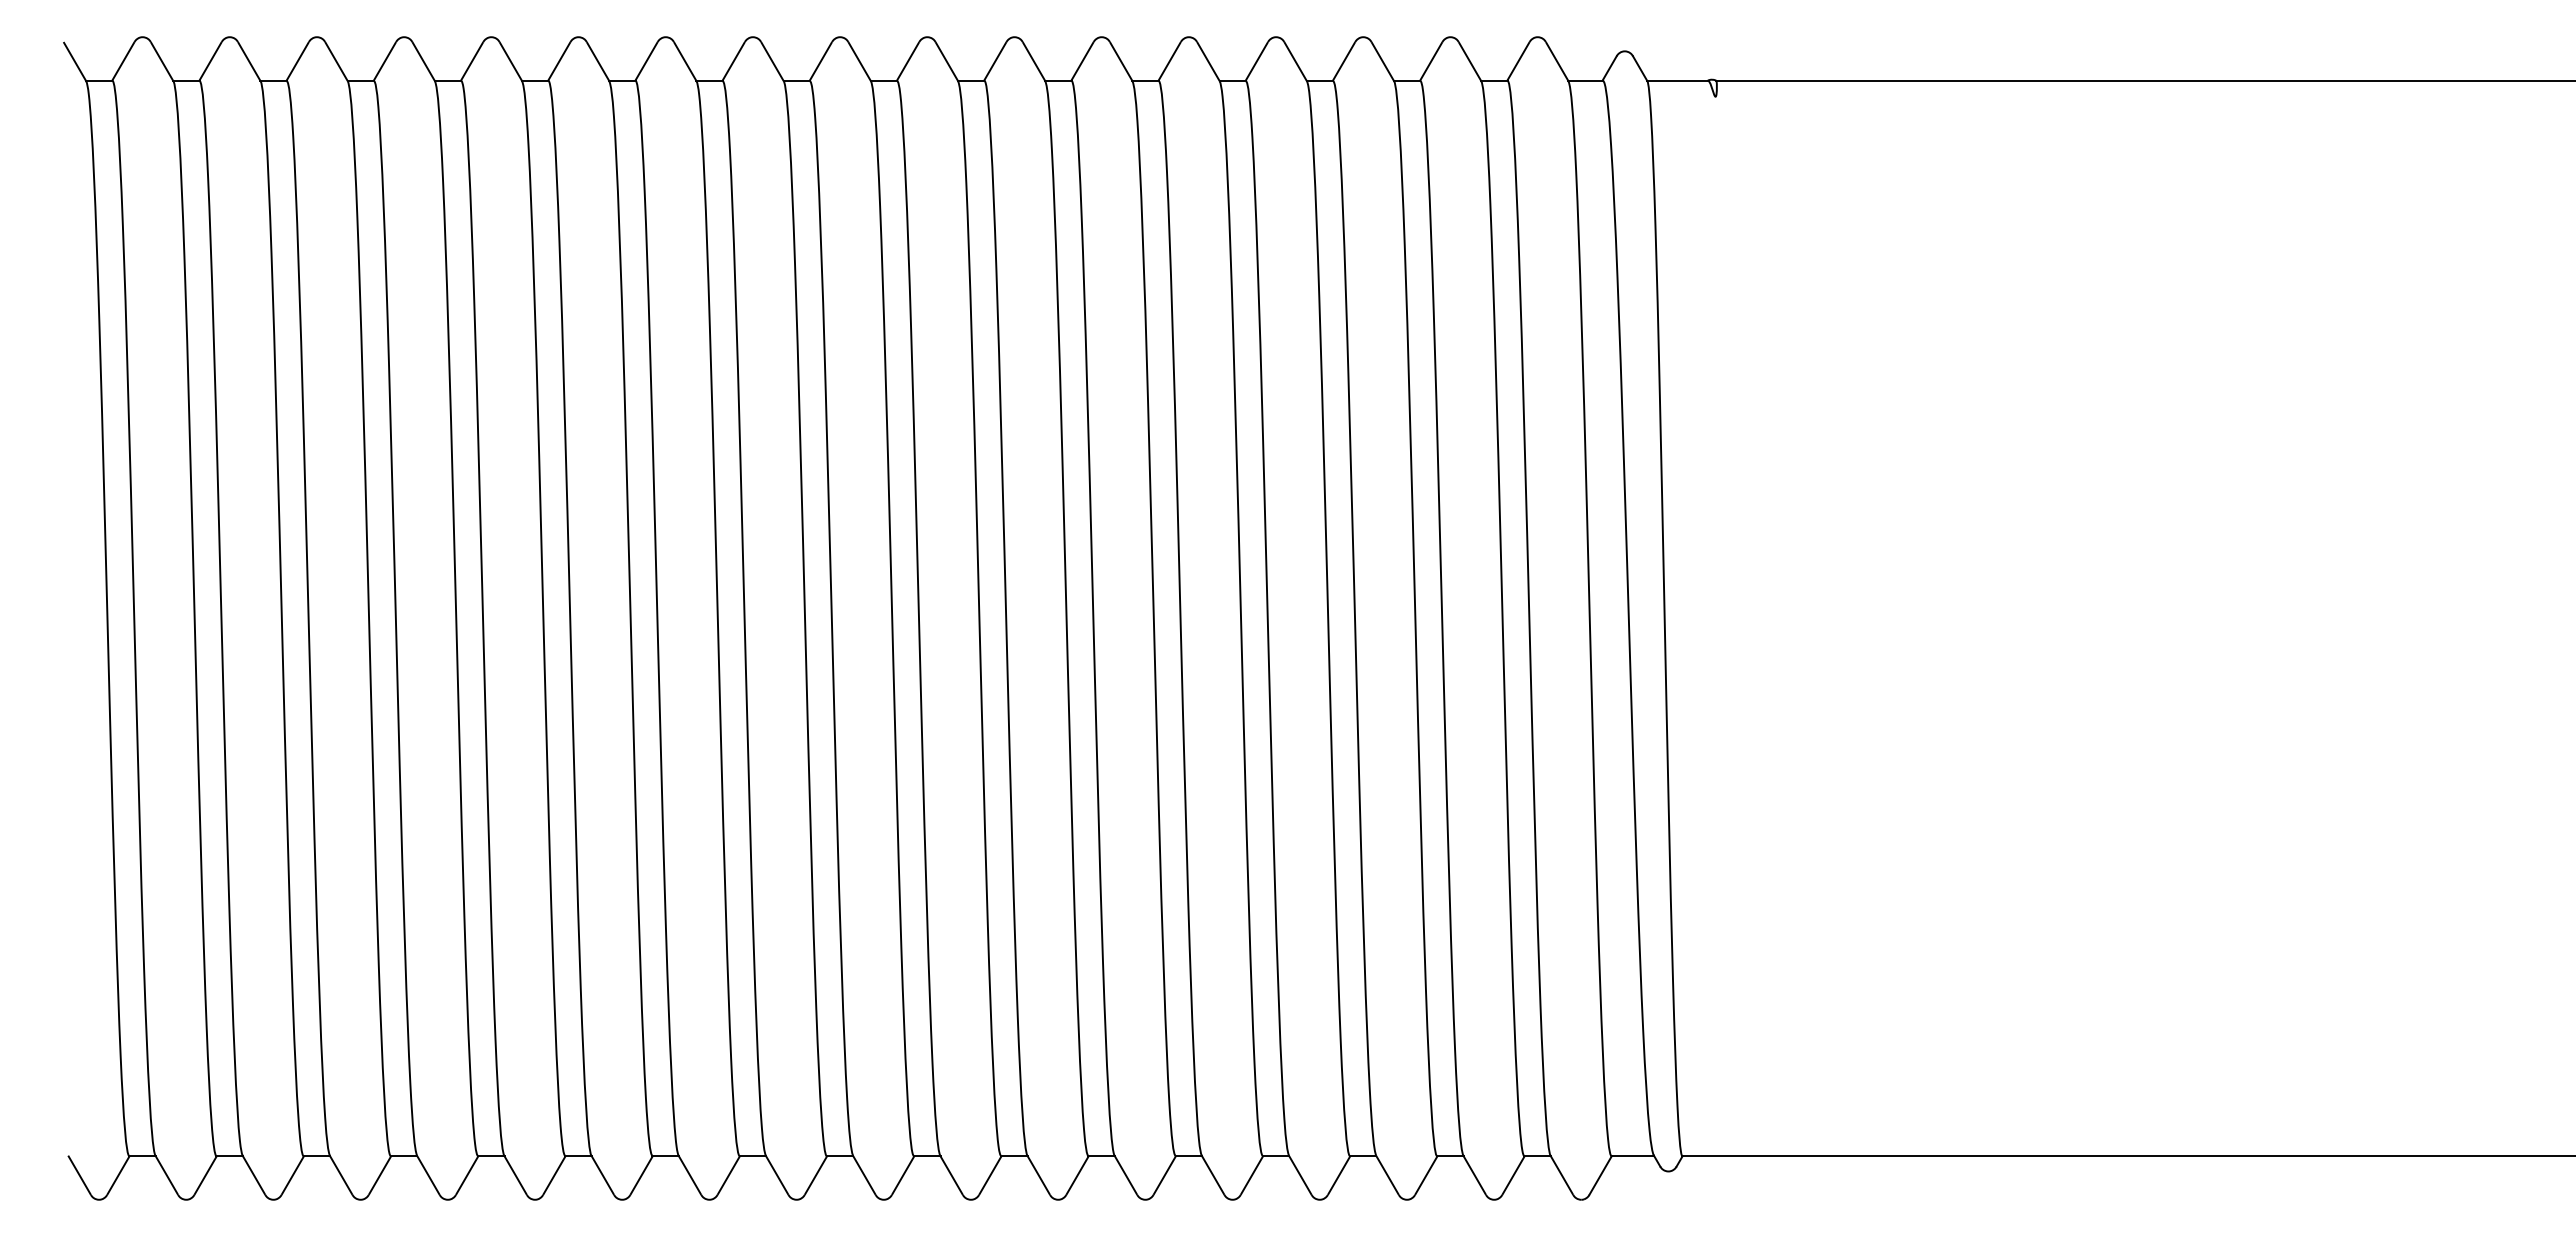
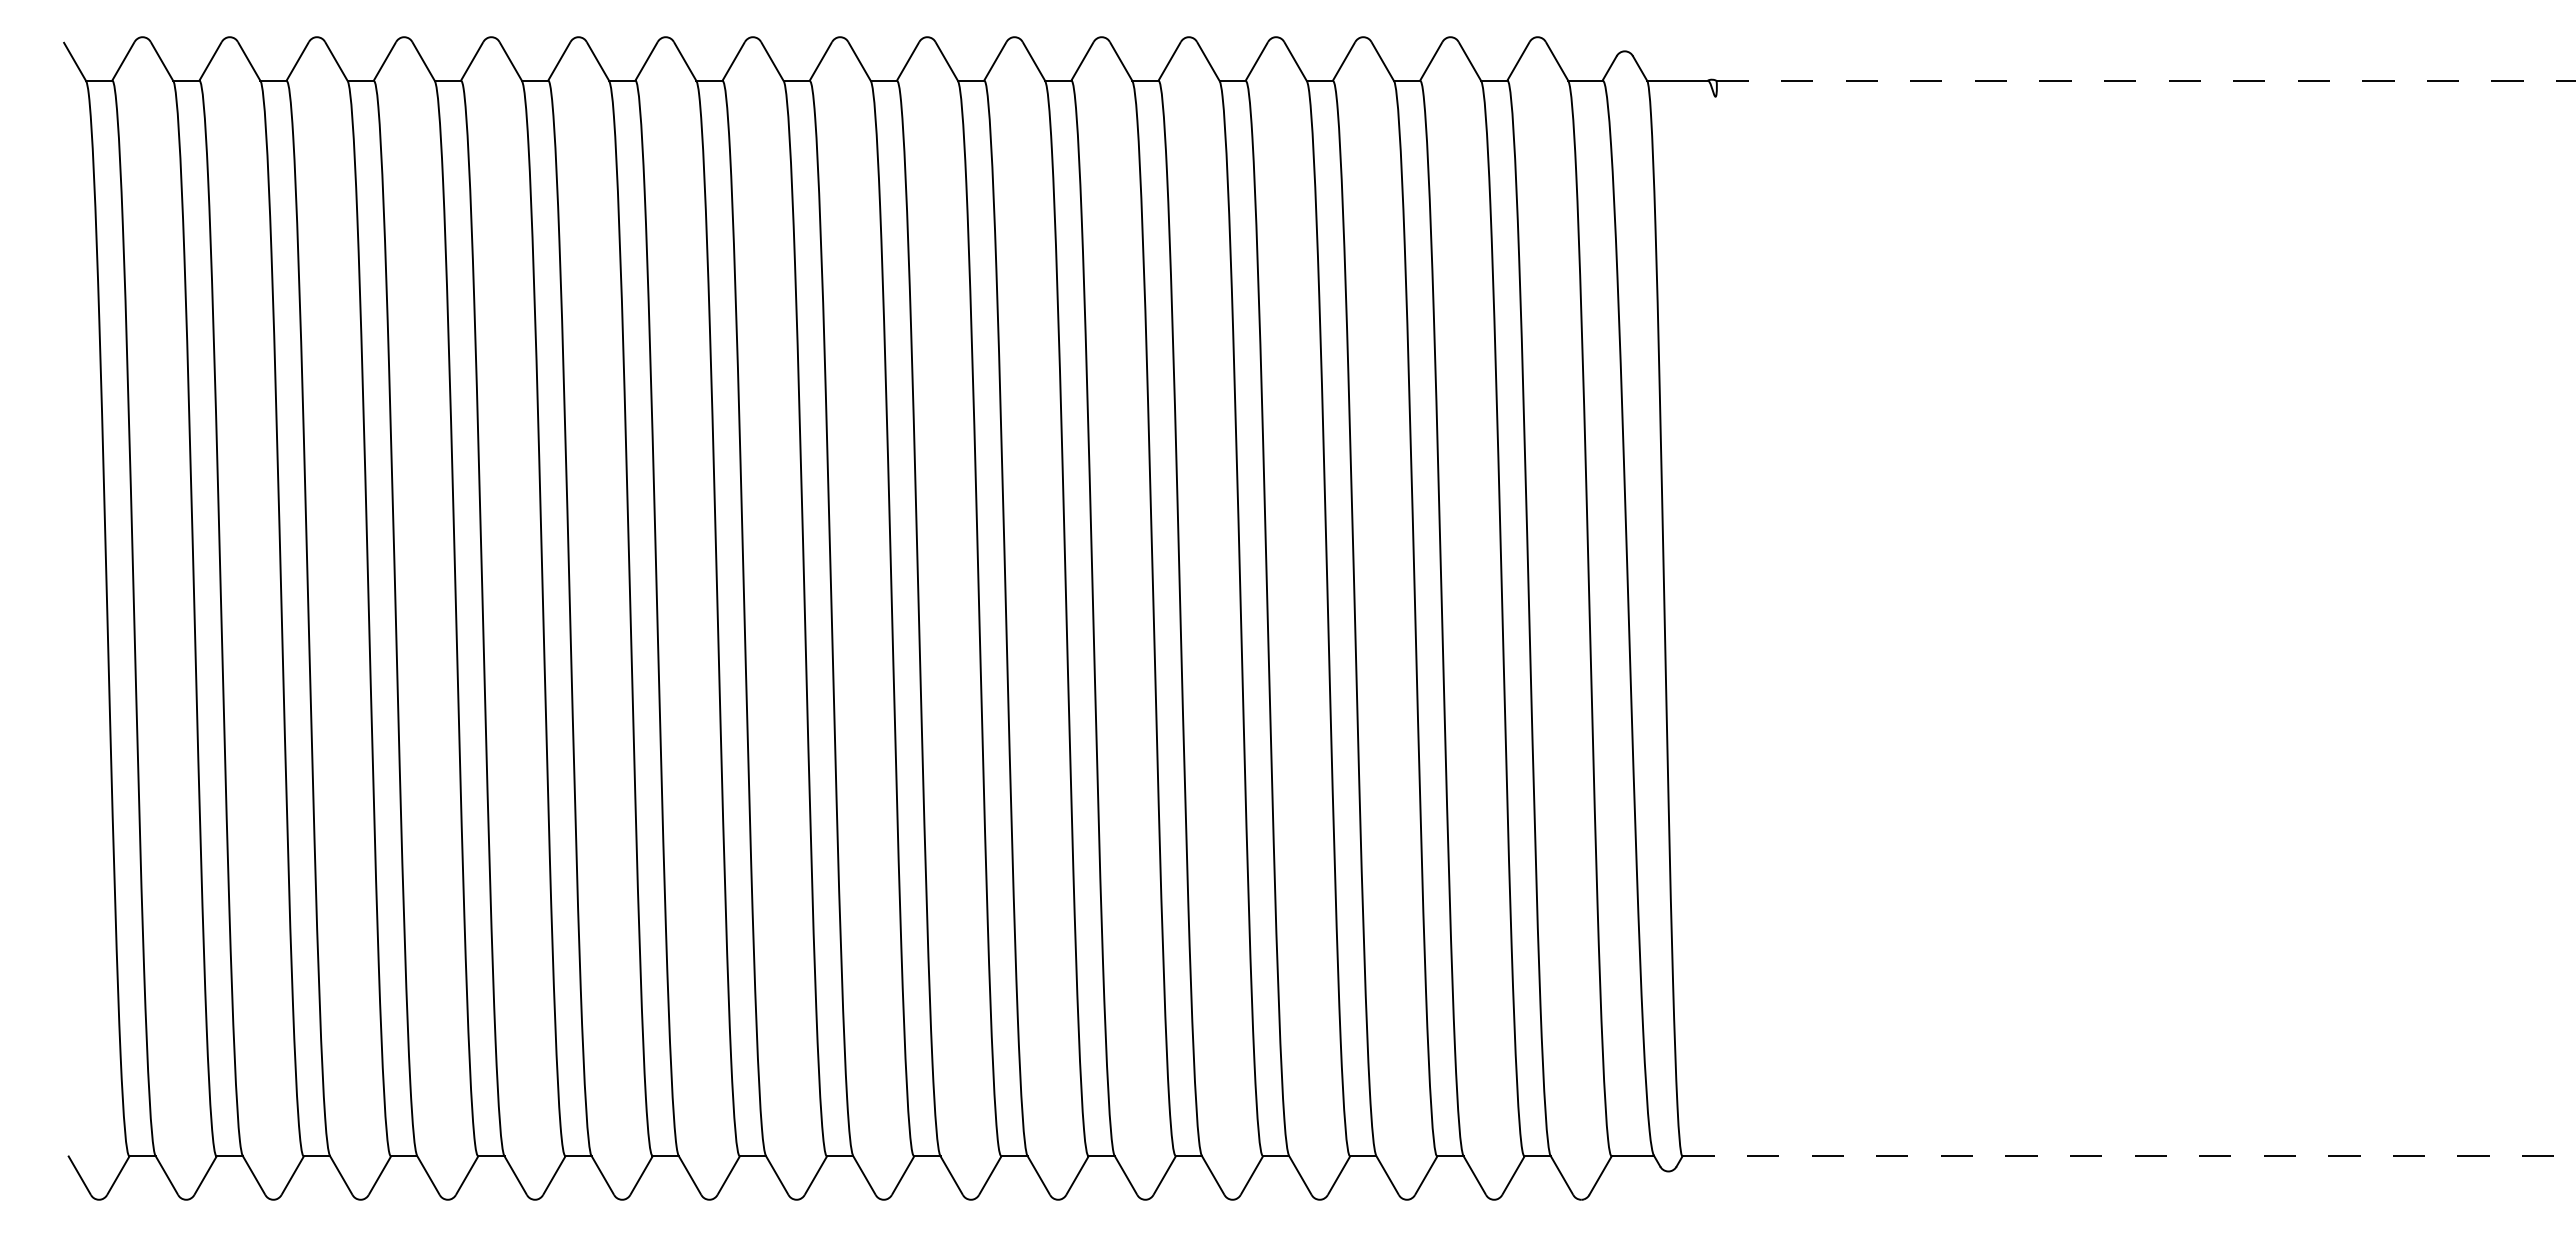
line at (2146, 80): solid -> dashed
line at (2129, 1156): solid -> dashed
